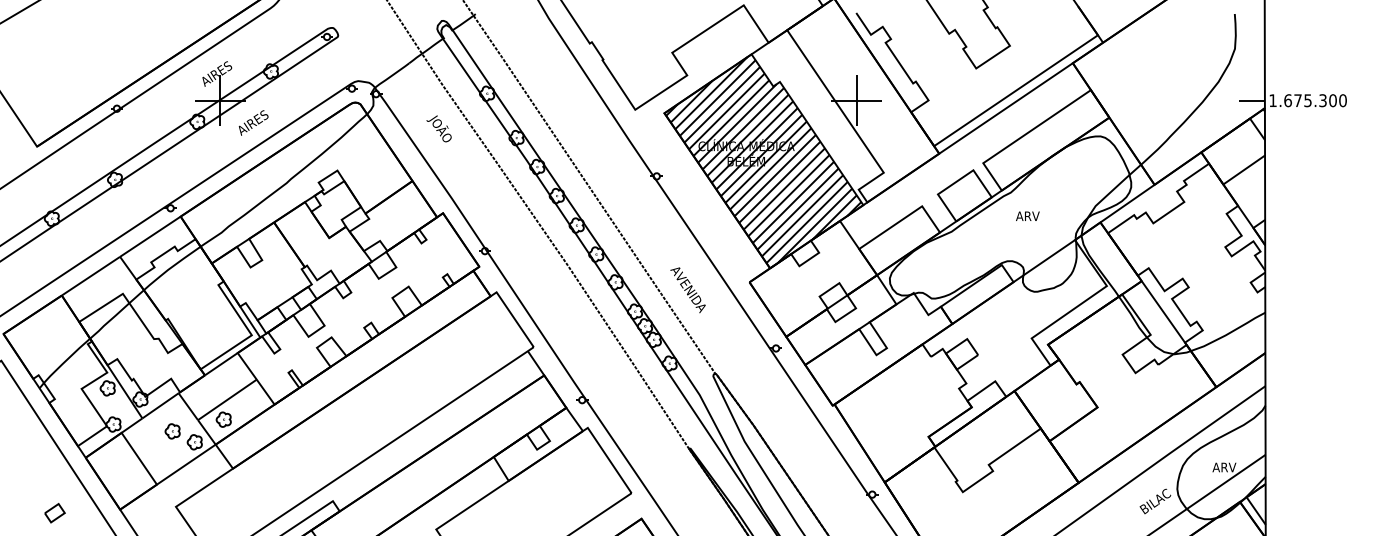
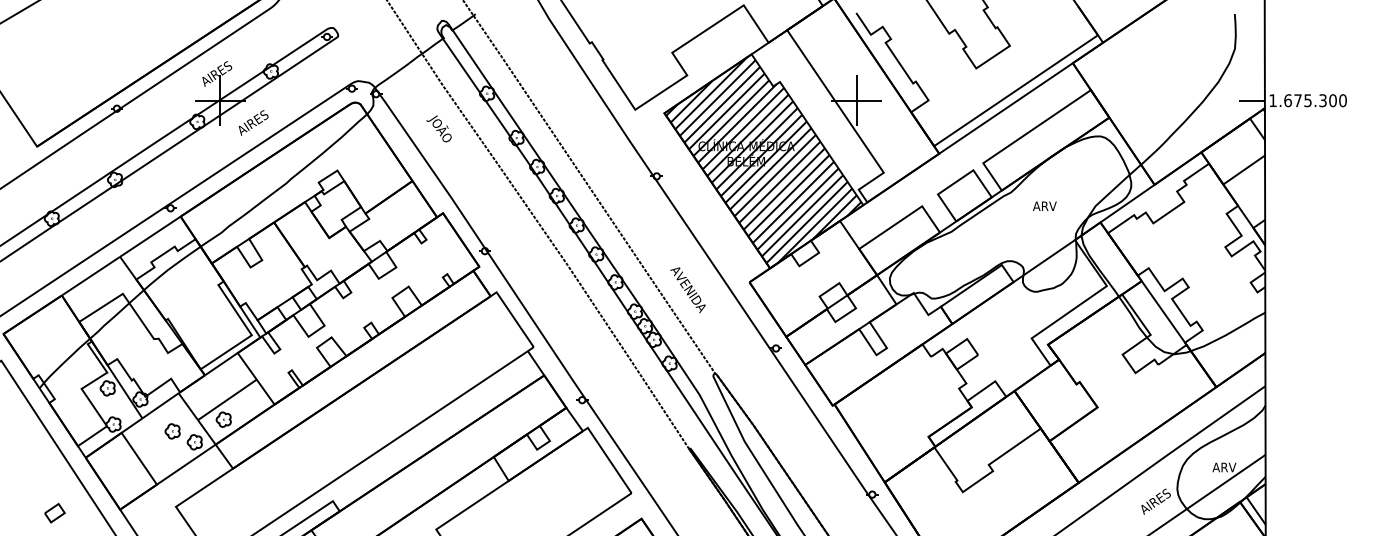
text at (1027, 215) position: (1027, 215) -> (1044, 205)
text at (1155, 501): BILAC -> AIRES
